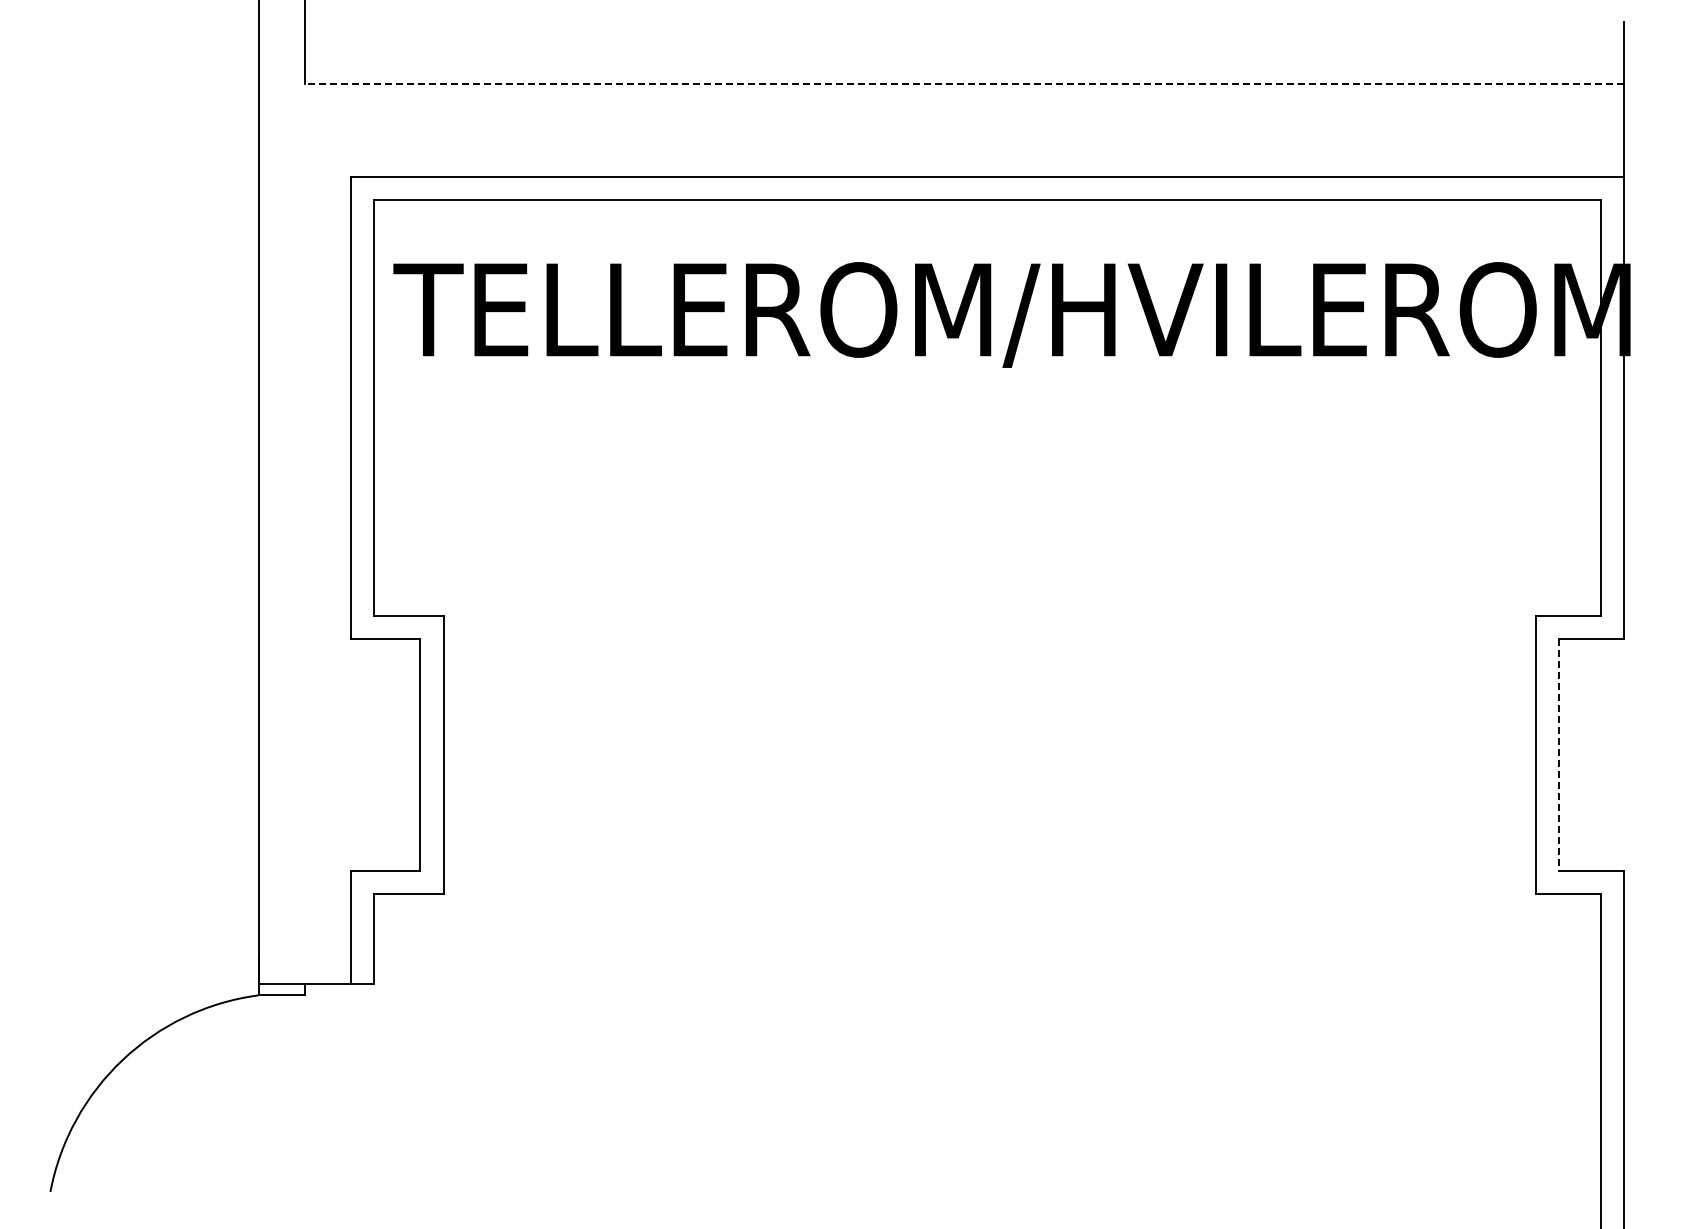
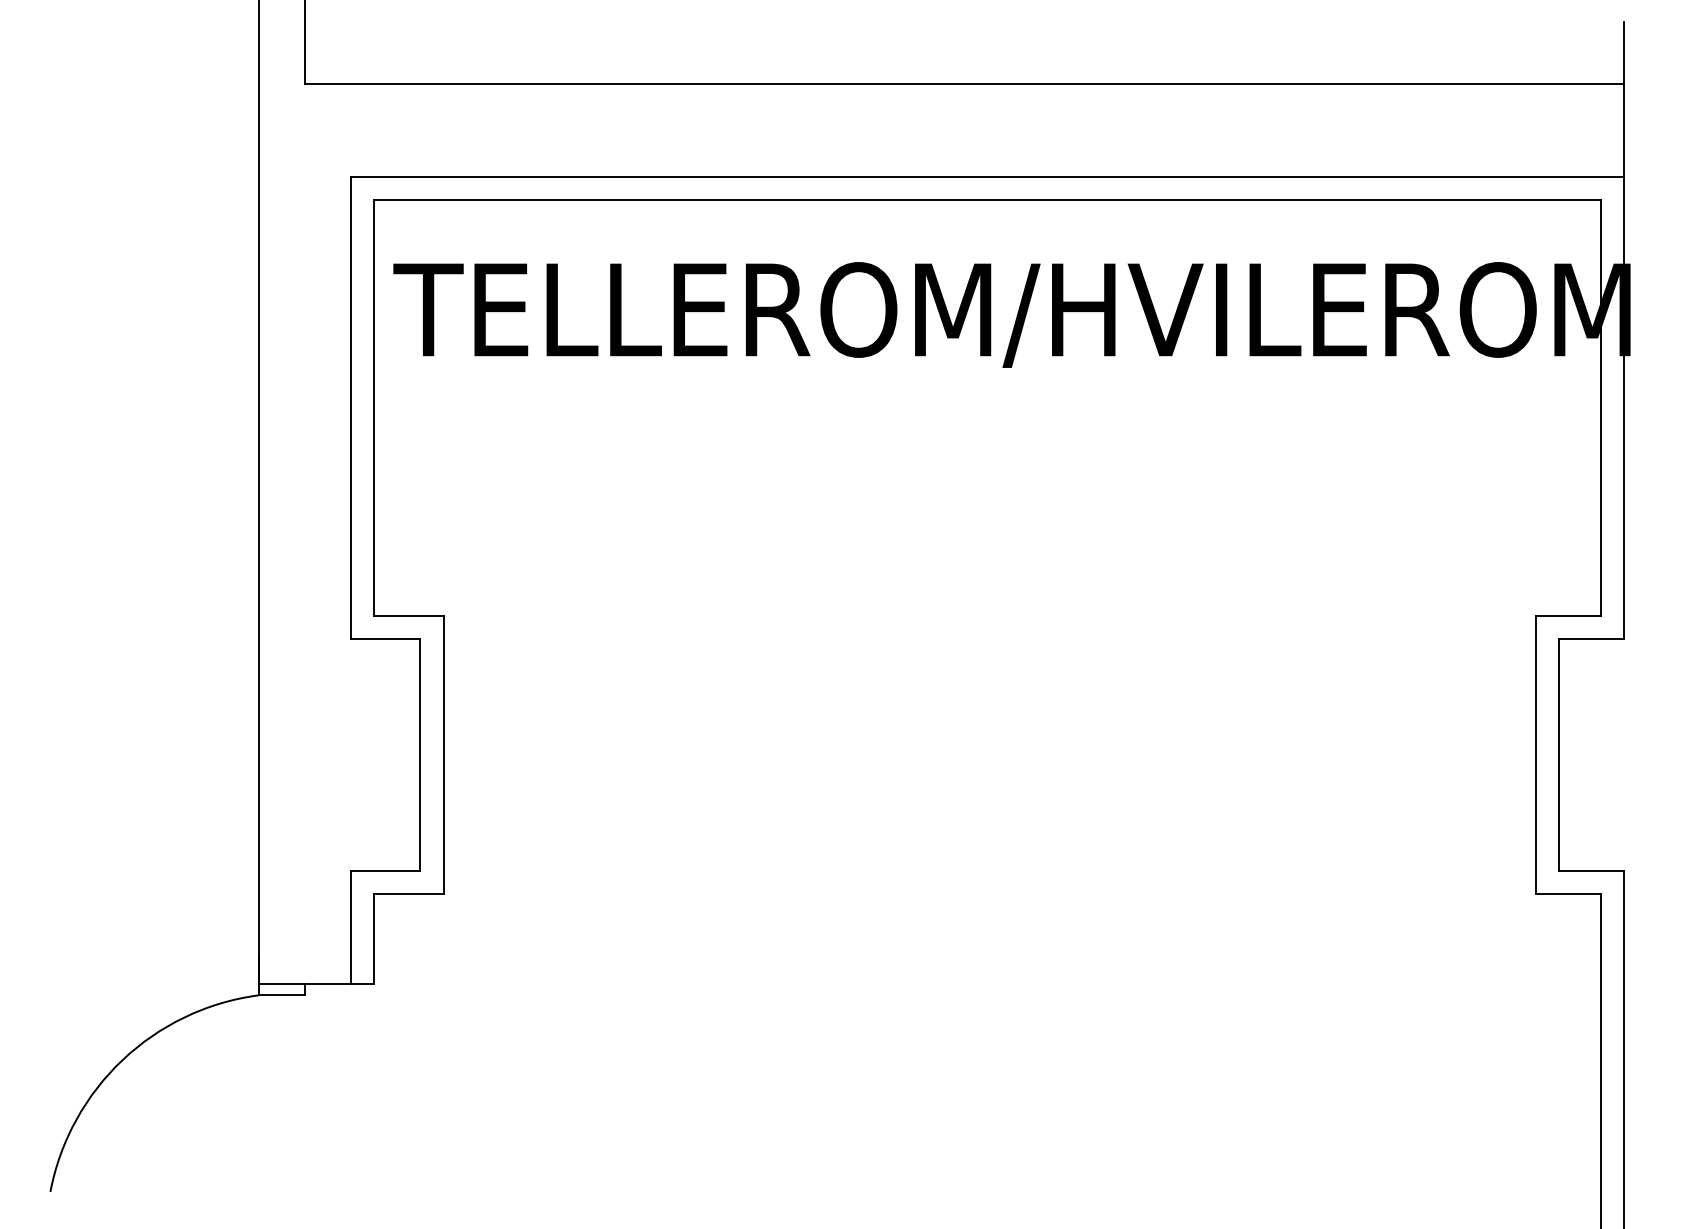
line at (964, 84): dashed -> solid
line at (1559, 754): dashed -> solid
